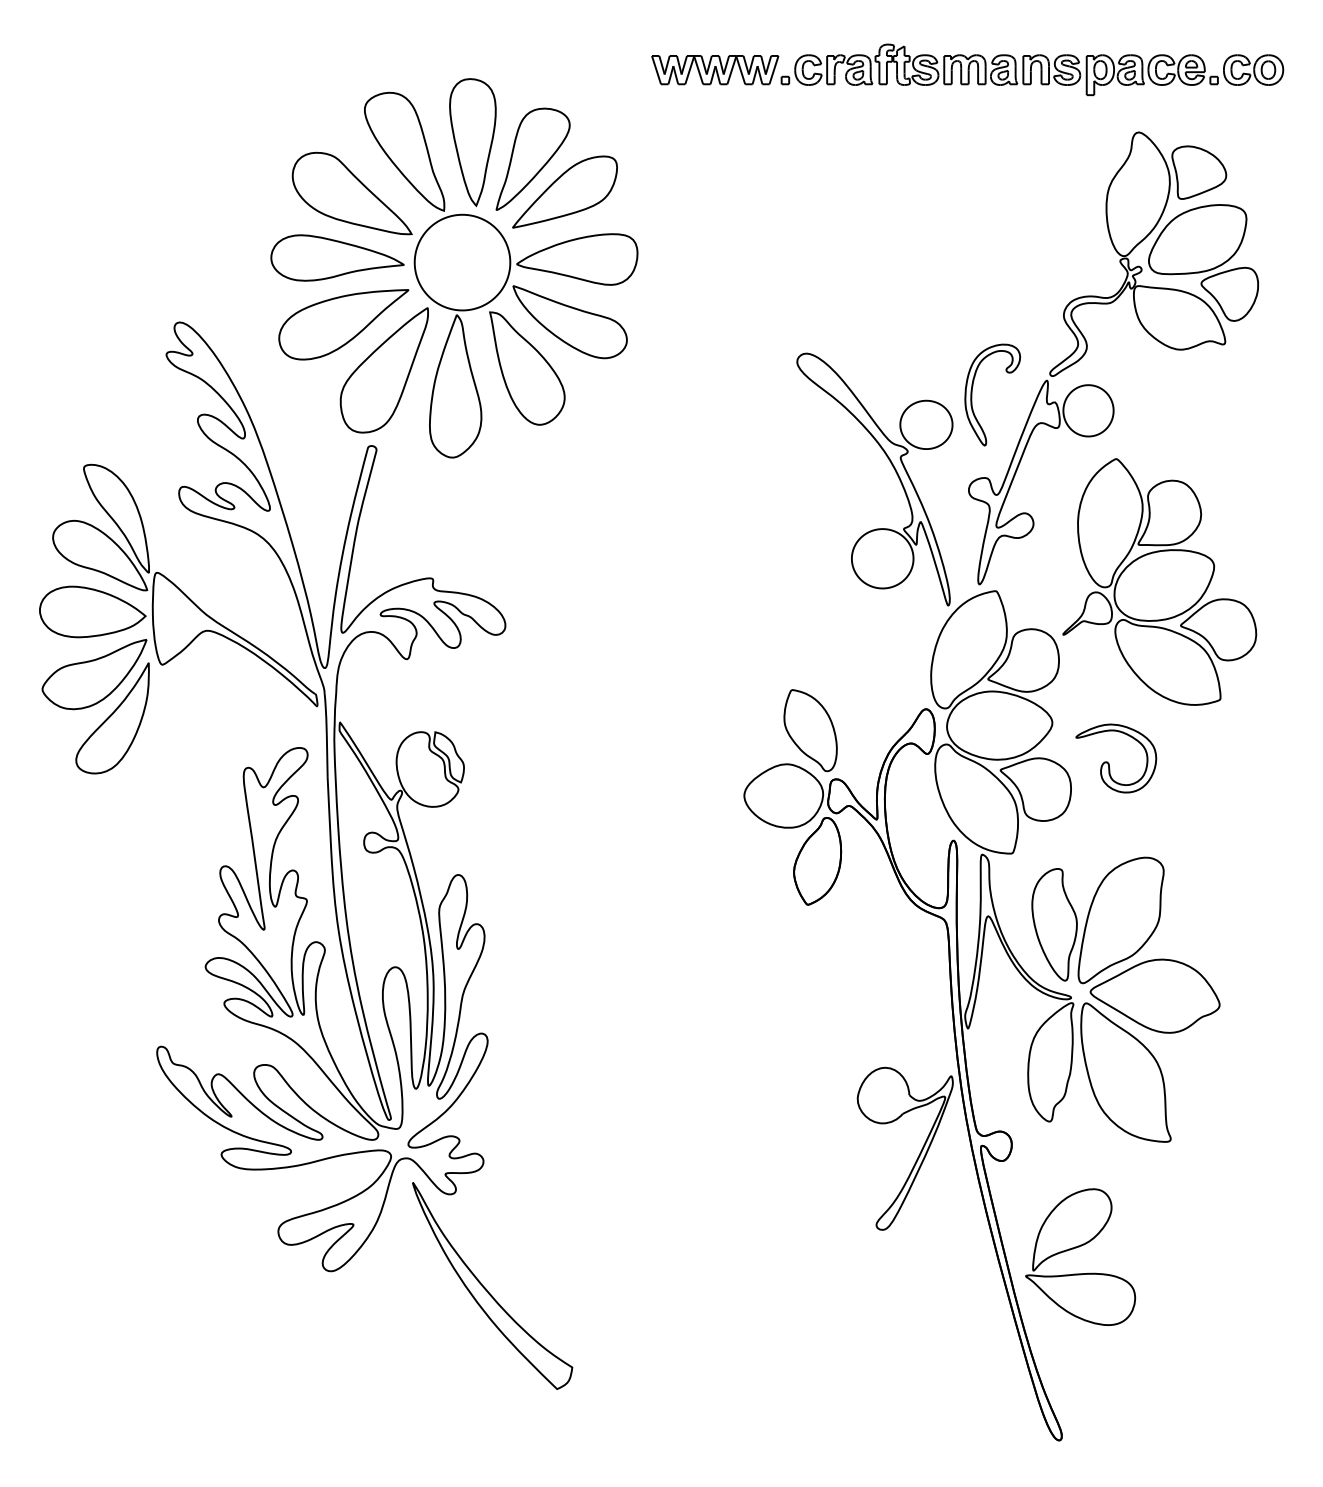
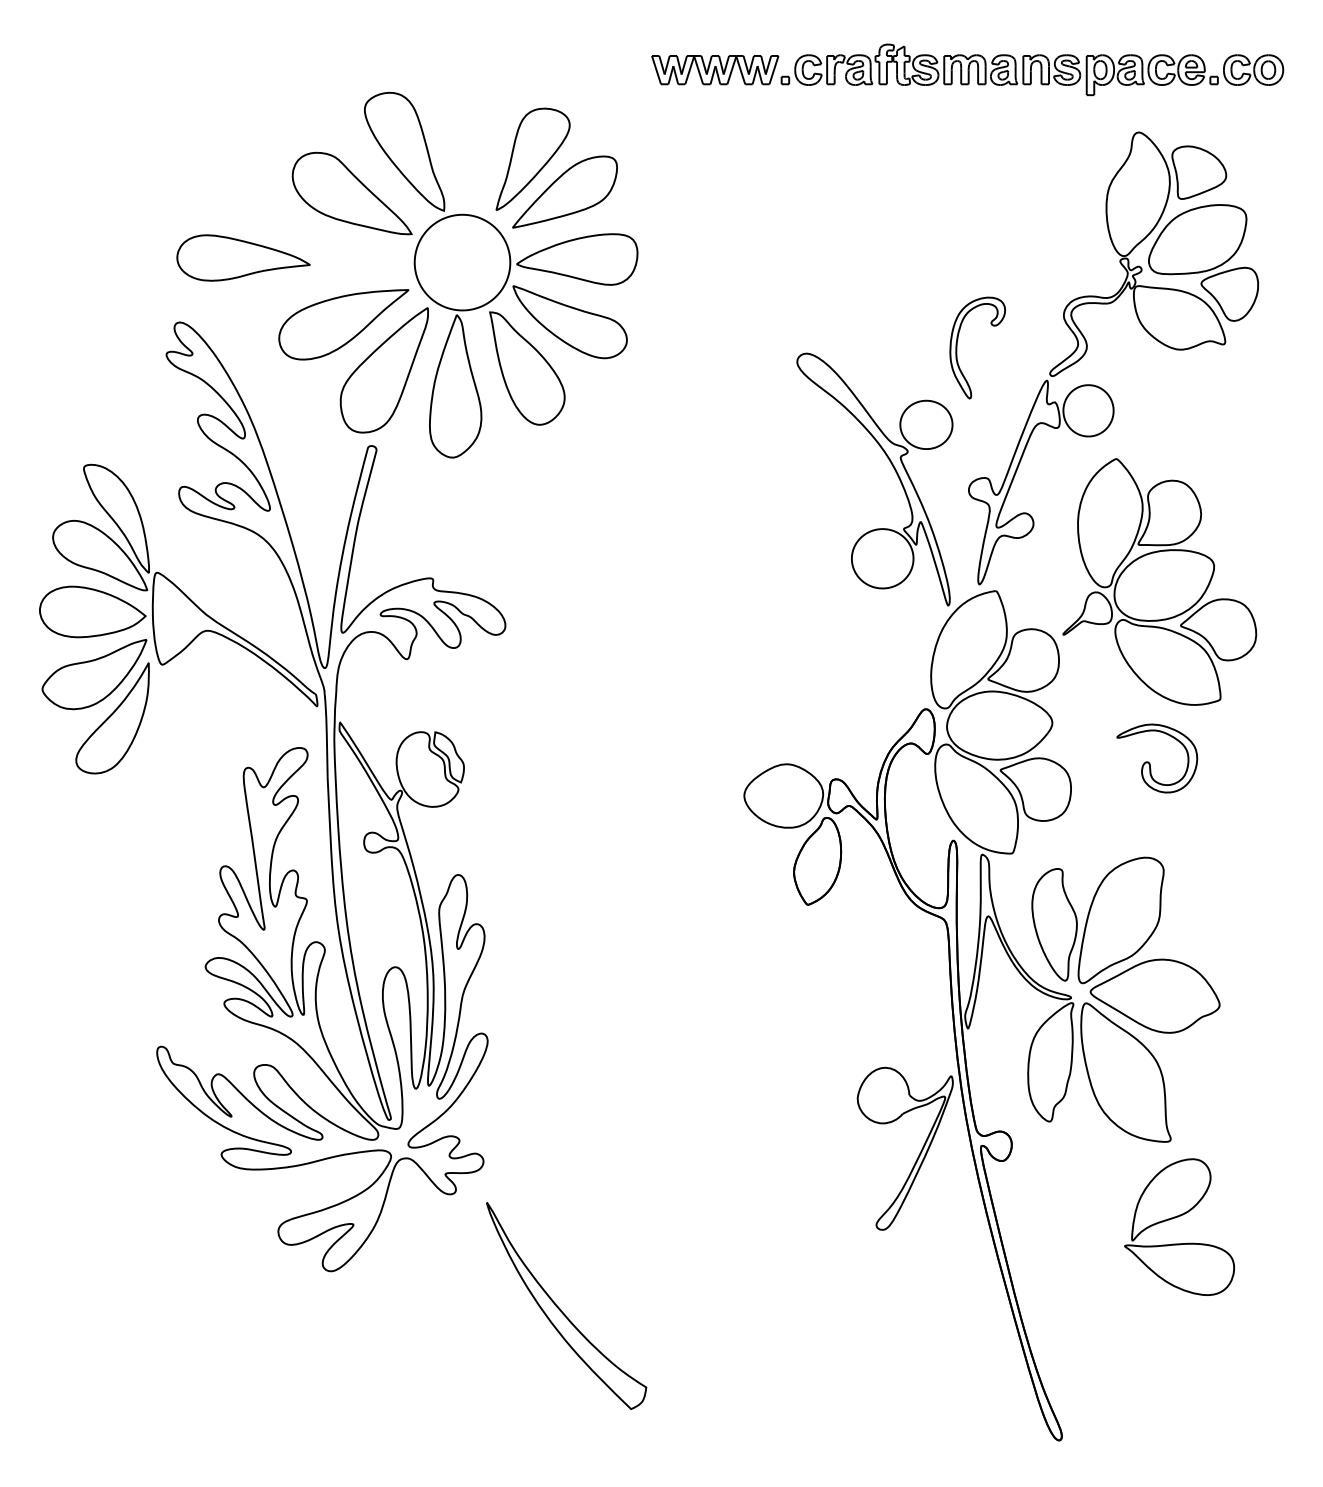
part at (472, 142): present -> none
part at (337, 257) position: (337, 257) -> (243, 257)
part at (972, 394) position: (972, 394) -> (957, 347)
part at (810, 730): present -> none
part at (1109, 763) position: (1109, 763) -> (1150, 763)
part at (1076, 1248) position: (1076, 1248) -> (1175, 1218)
part at (487, 1289) position: (487, 1289) -> (561, 1309)
